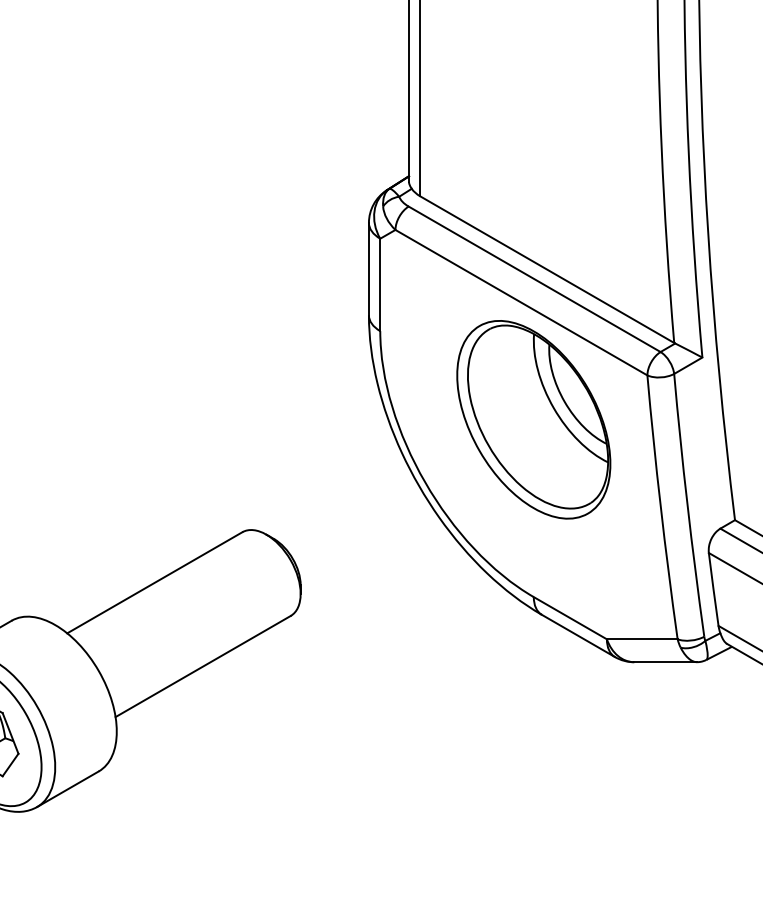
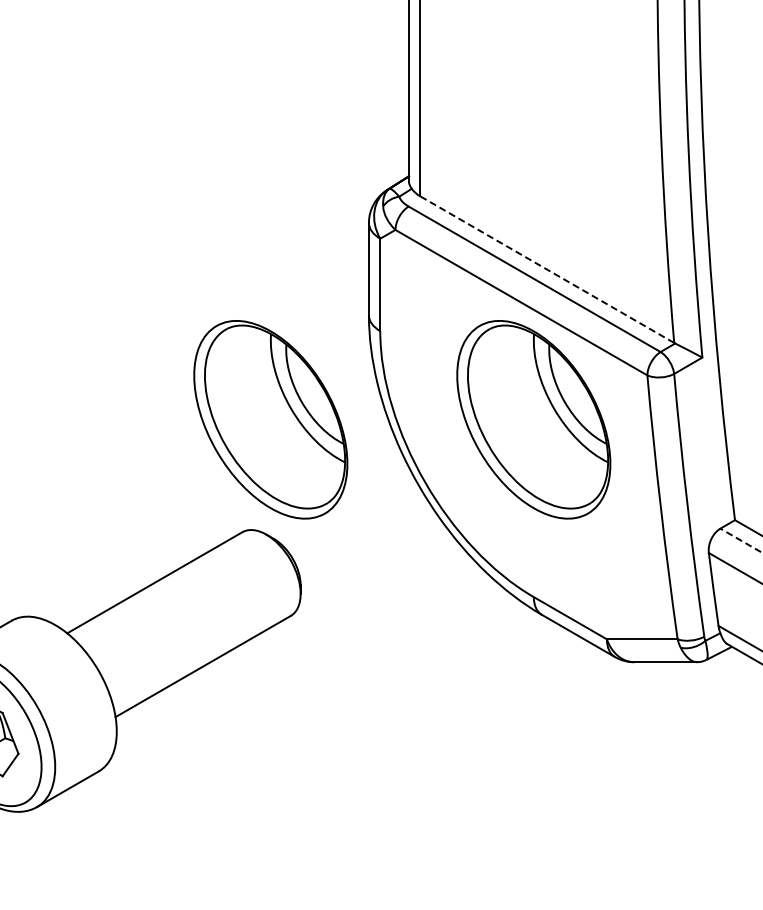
line at (547, 269): solid -> dashed
part at (270, 419): none -> present
line at (741, 540): solid -> dashed
